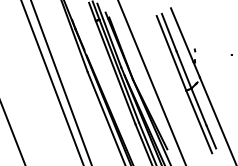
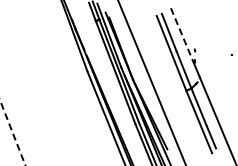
line at (182, 35): solid -> dashed
line at (51, 82): present -> none
line at (60, 82): present -> none
line at (12, 133): solid -> dashed
